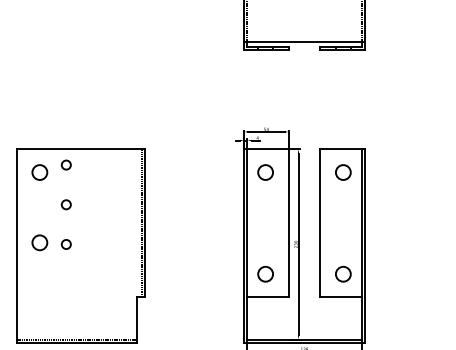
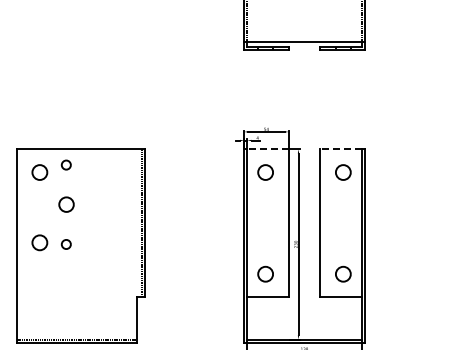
line at (268, 149): solid -> dashed
line at (340, 149): solid -> dashed
circle at (65, 204) size: 12x12 px -> 17x17 px
